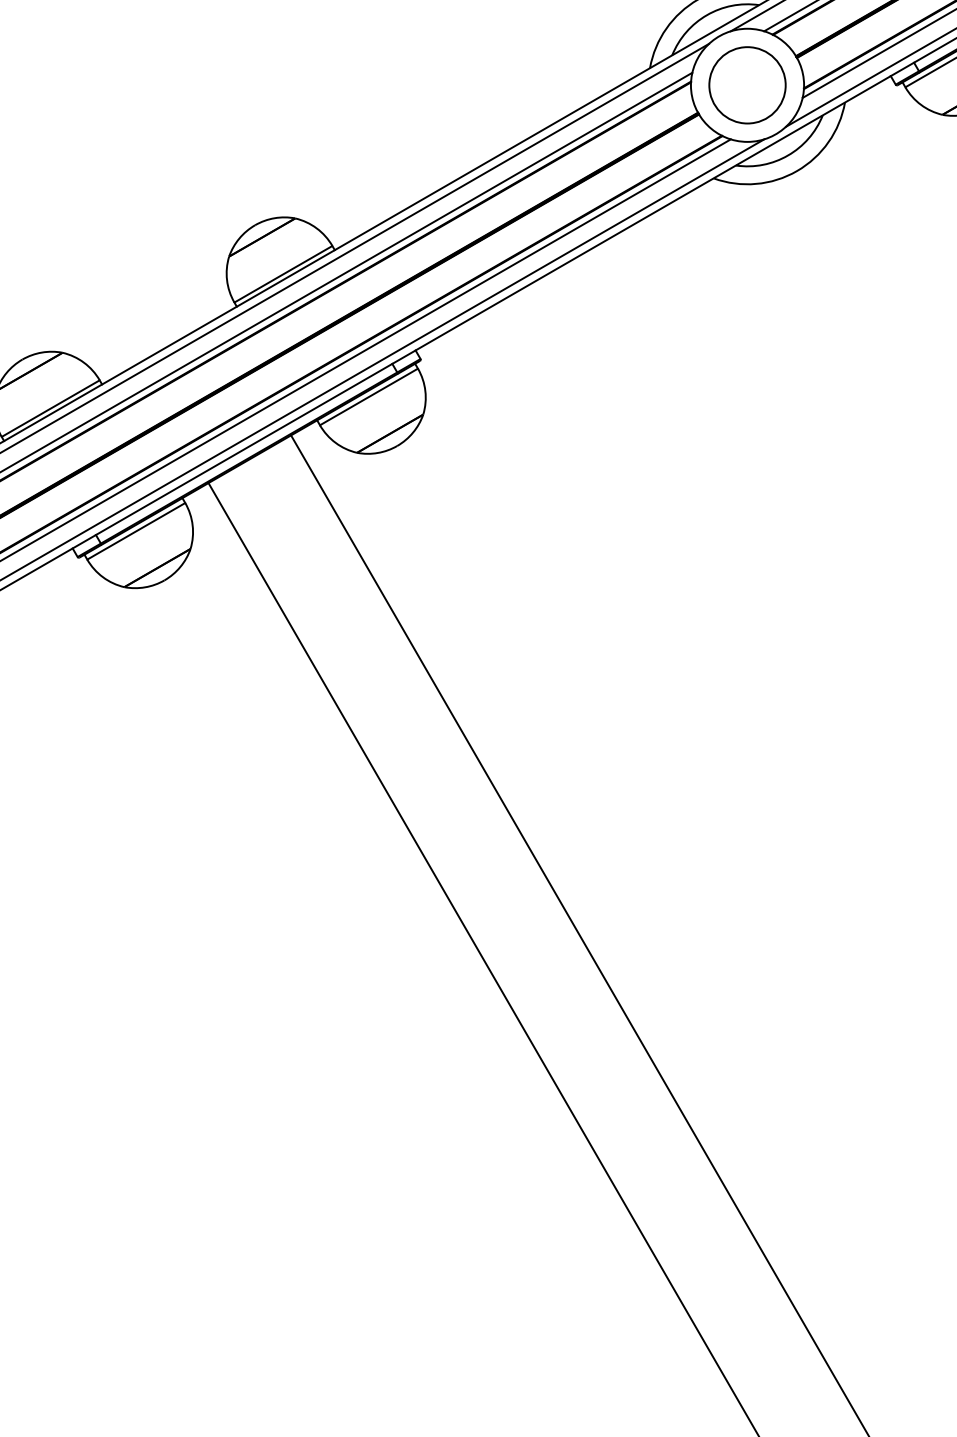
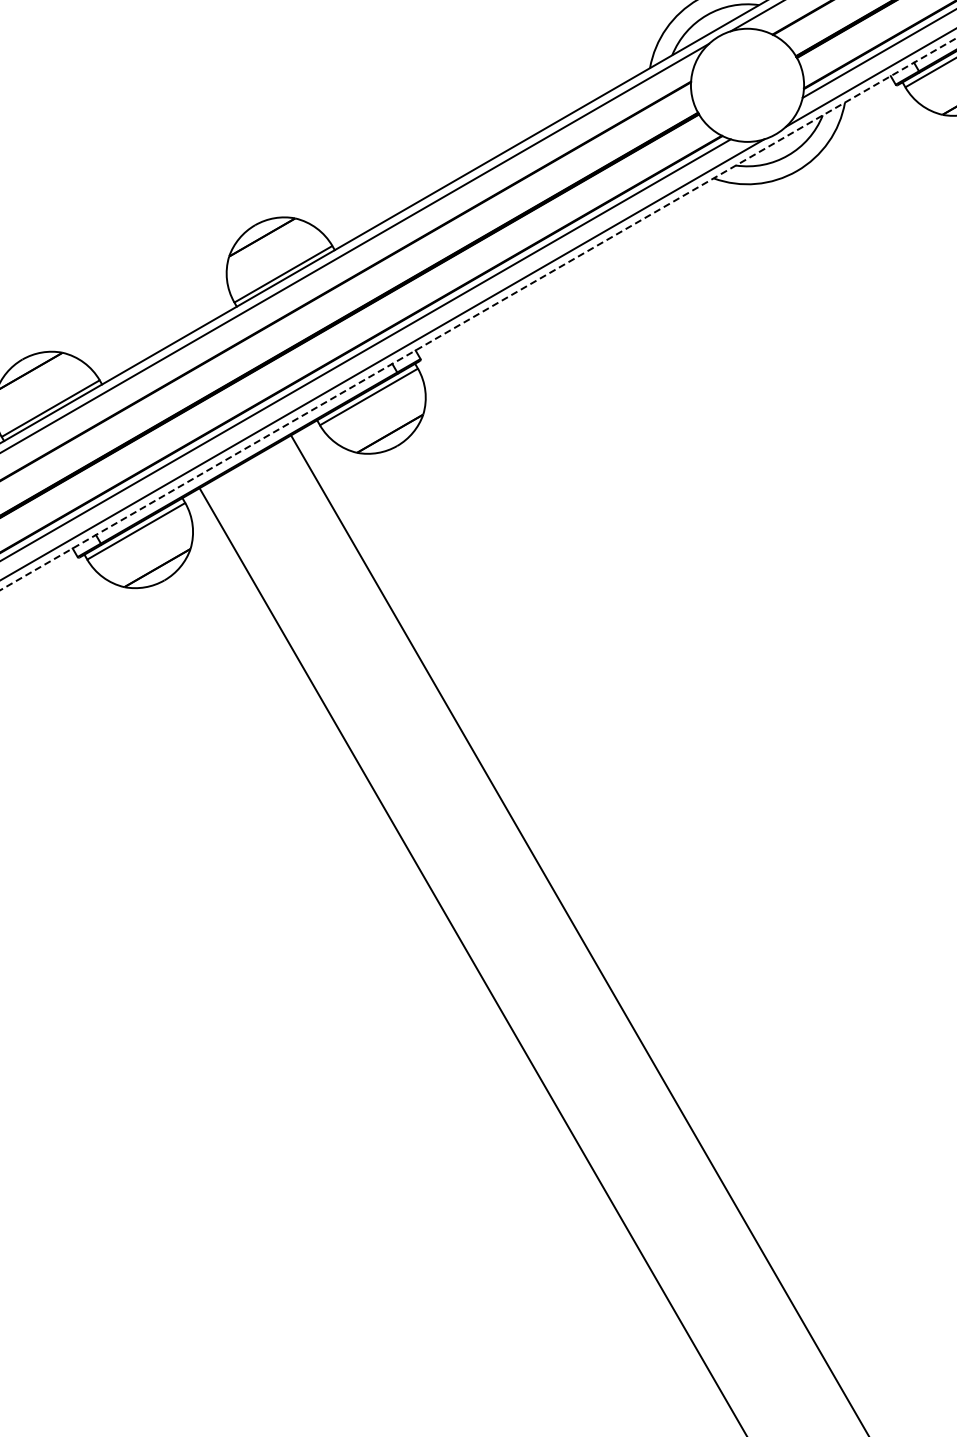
line at (789, 16): present -> none
circle at (747, 85): present -> none
line at (347, 271): present -> none
line at (478, 314): solid -> dashed
line at (482, 958) position: (482, 958) -> (472, 960)
